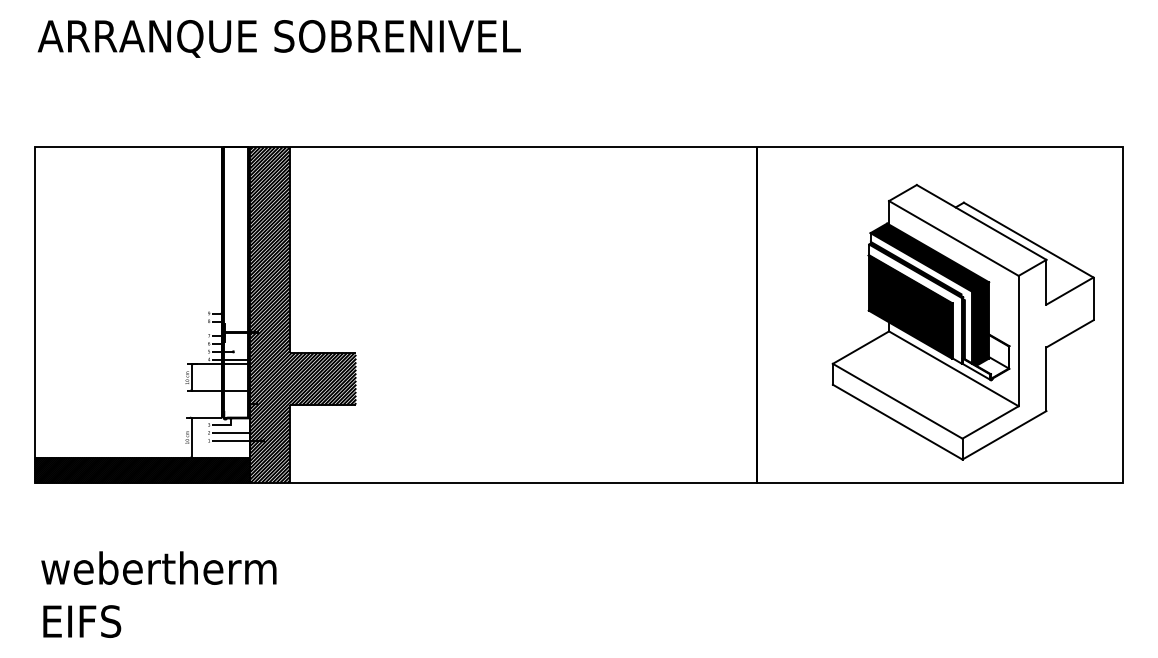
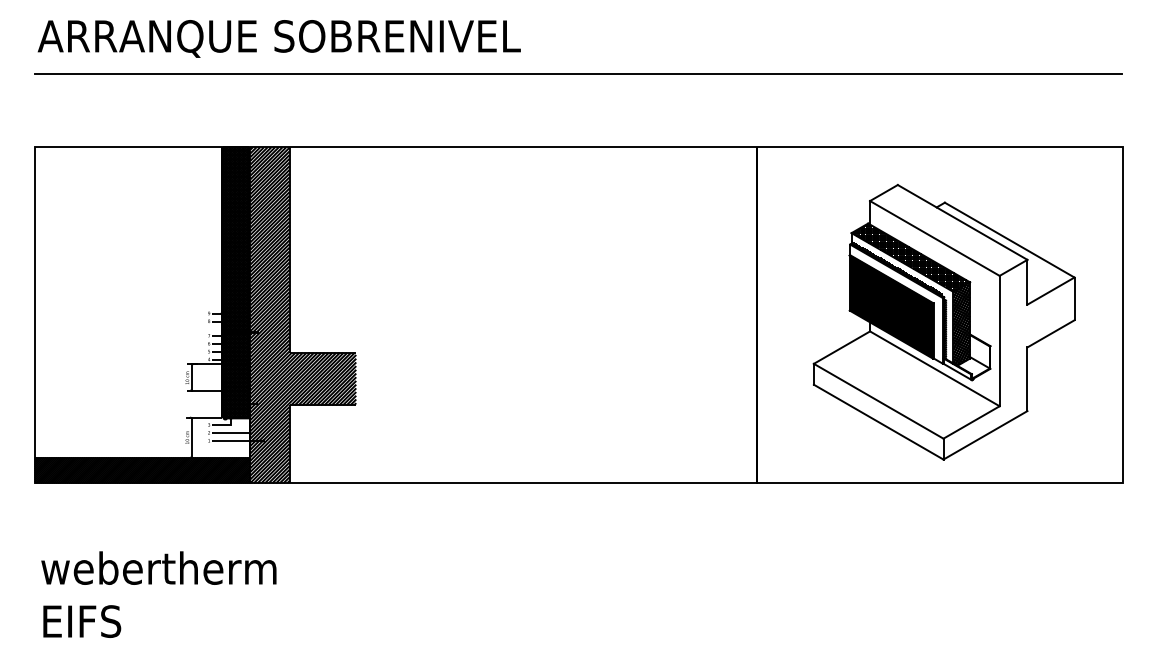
line at (577, 73): none -> present
hatch at (235, 282): none -> present
part at (962, 321) position: (962, 321) -> (943, 321)
